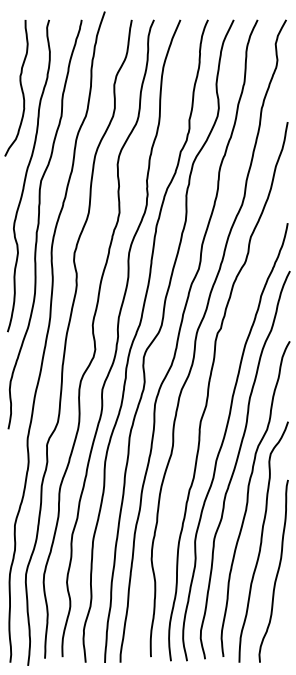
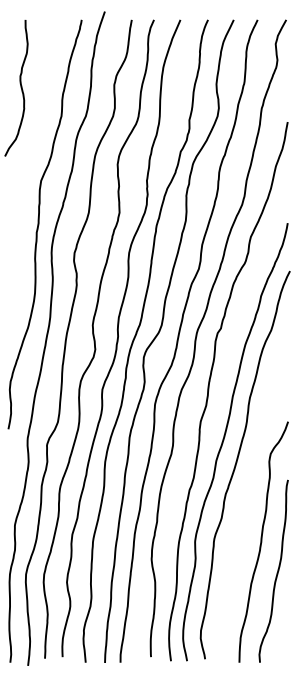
curve at (26, 175): present -> none
curve at (248, 498): present -> none
